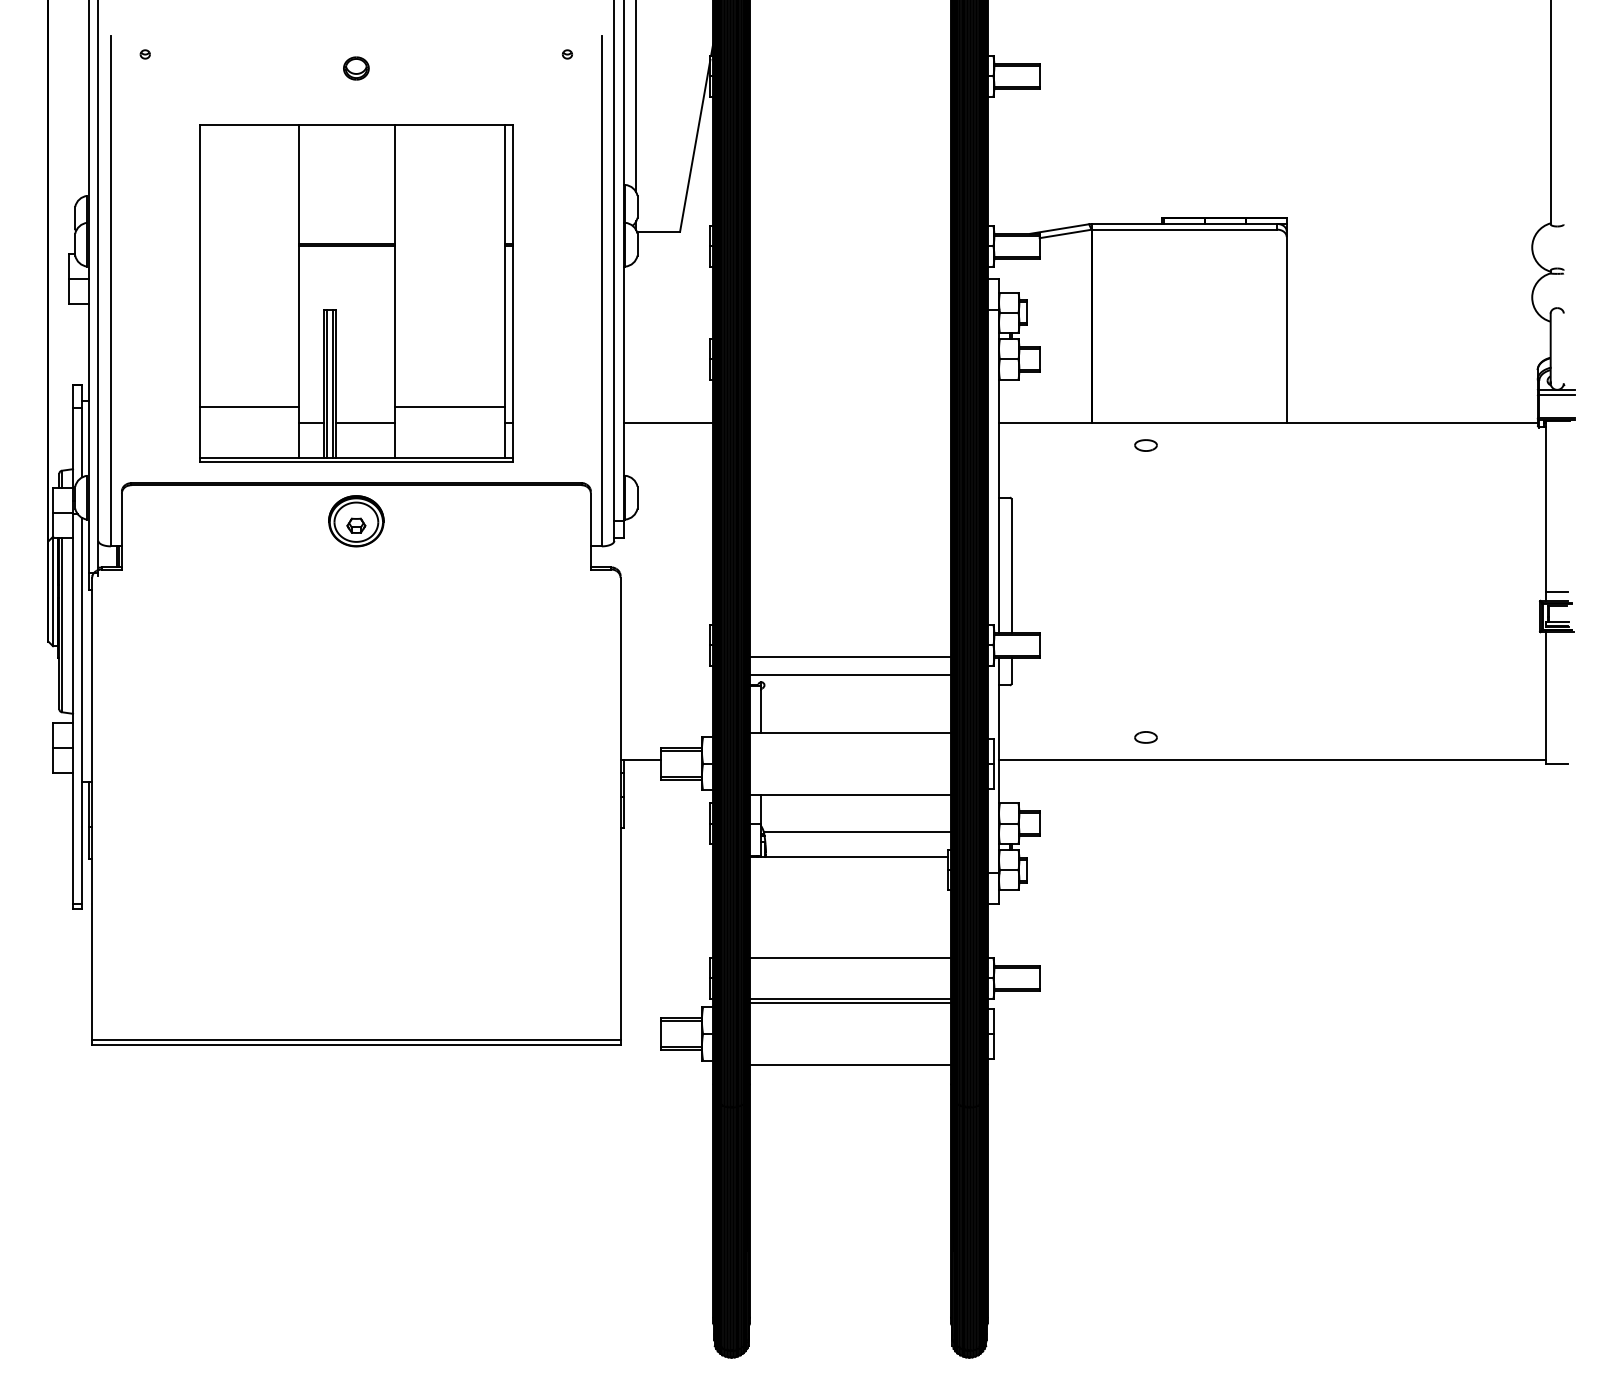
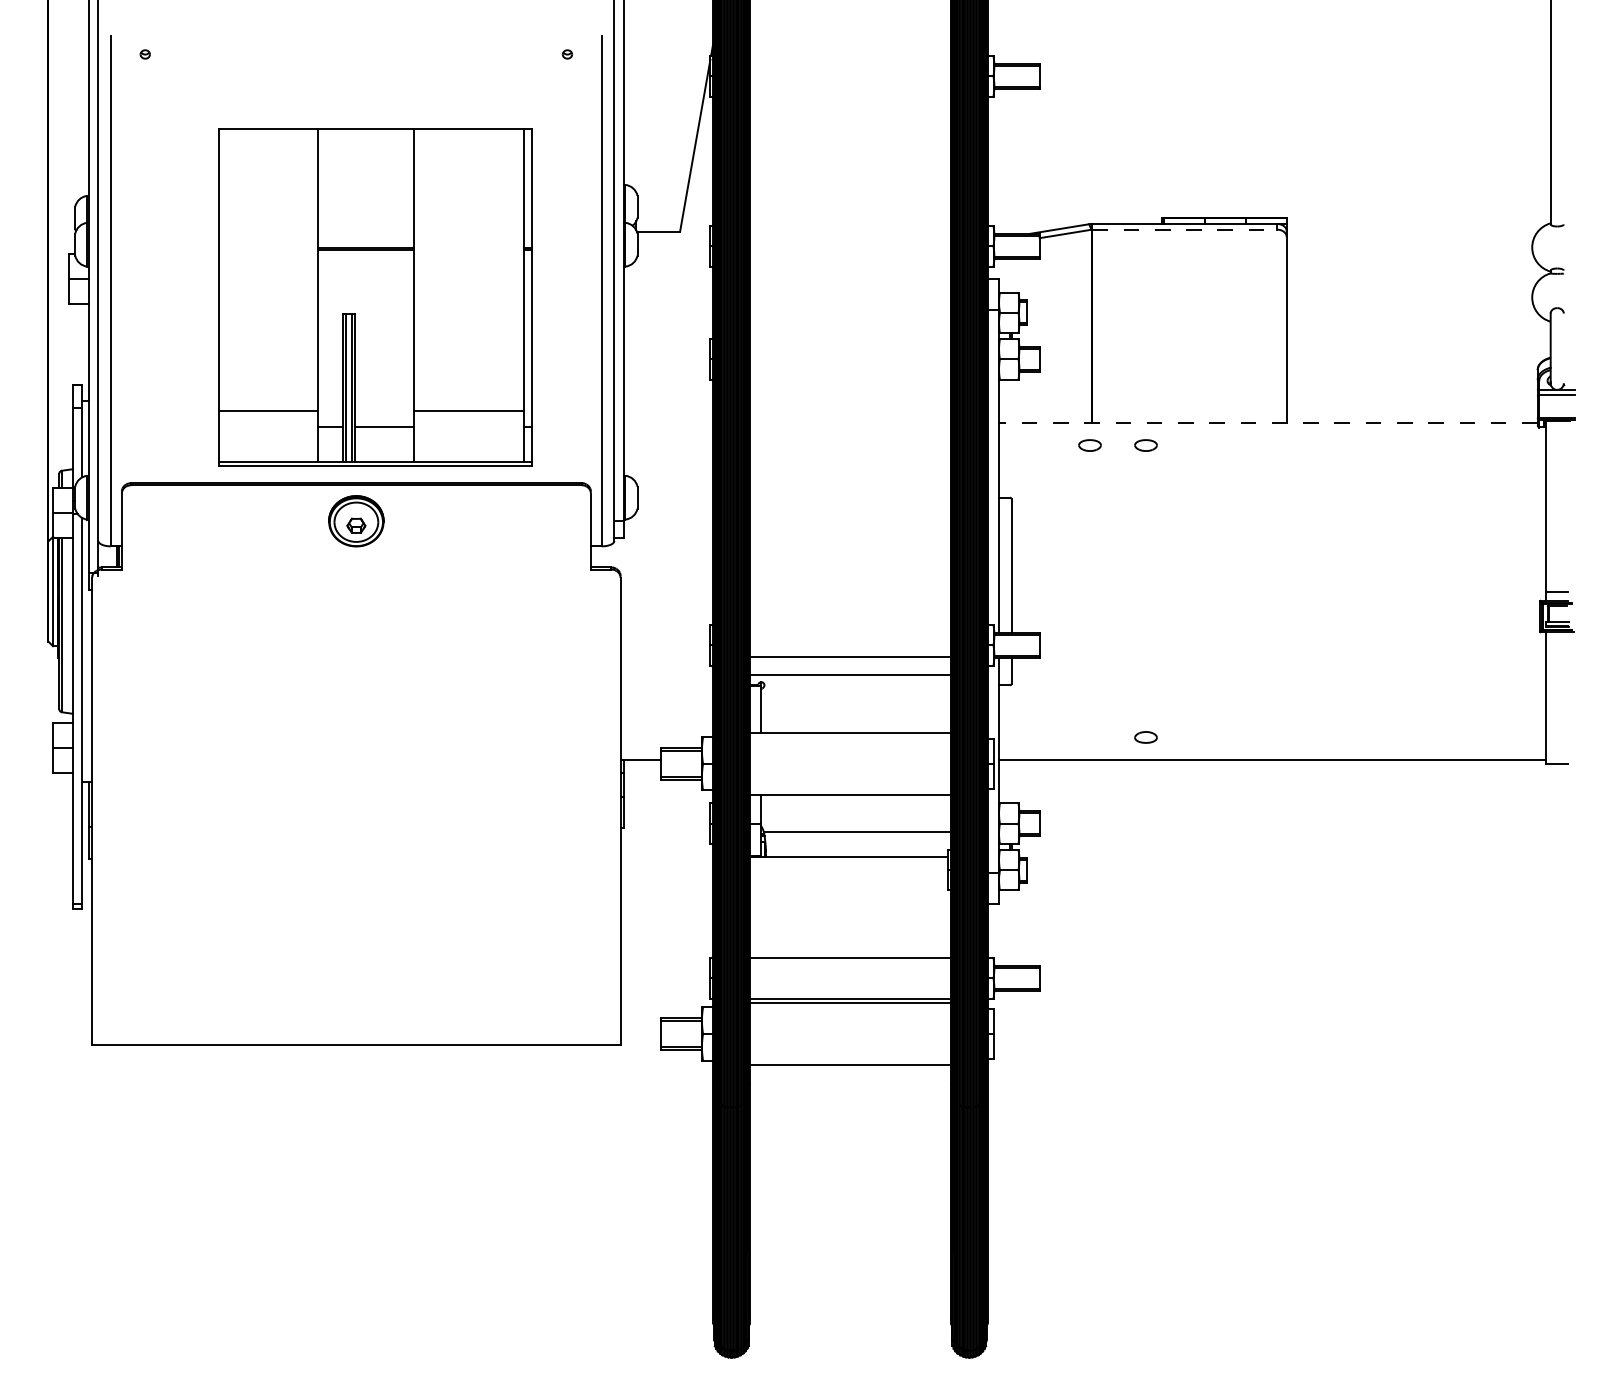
part at (356, 68): present -> none
line at (636, 97): present -> none
line at (1185, 229): solid -> dashed
part at (356, 293) position: (356, 293) -> (375, 297)
line at (668, 422): present -> none
line at (1267, 422): solid -> dashed
part at (1089, 445): none -> present
line at (356, 1040): present -> none
